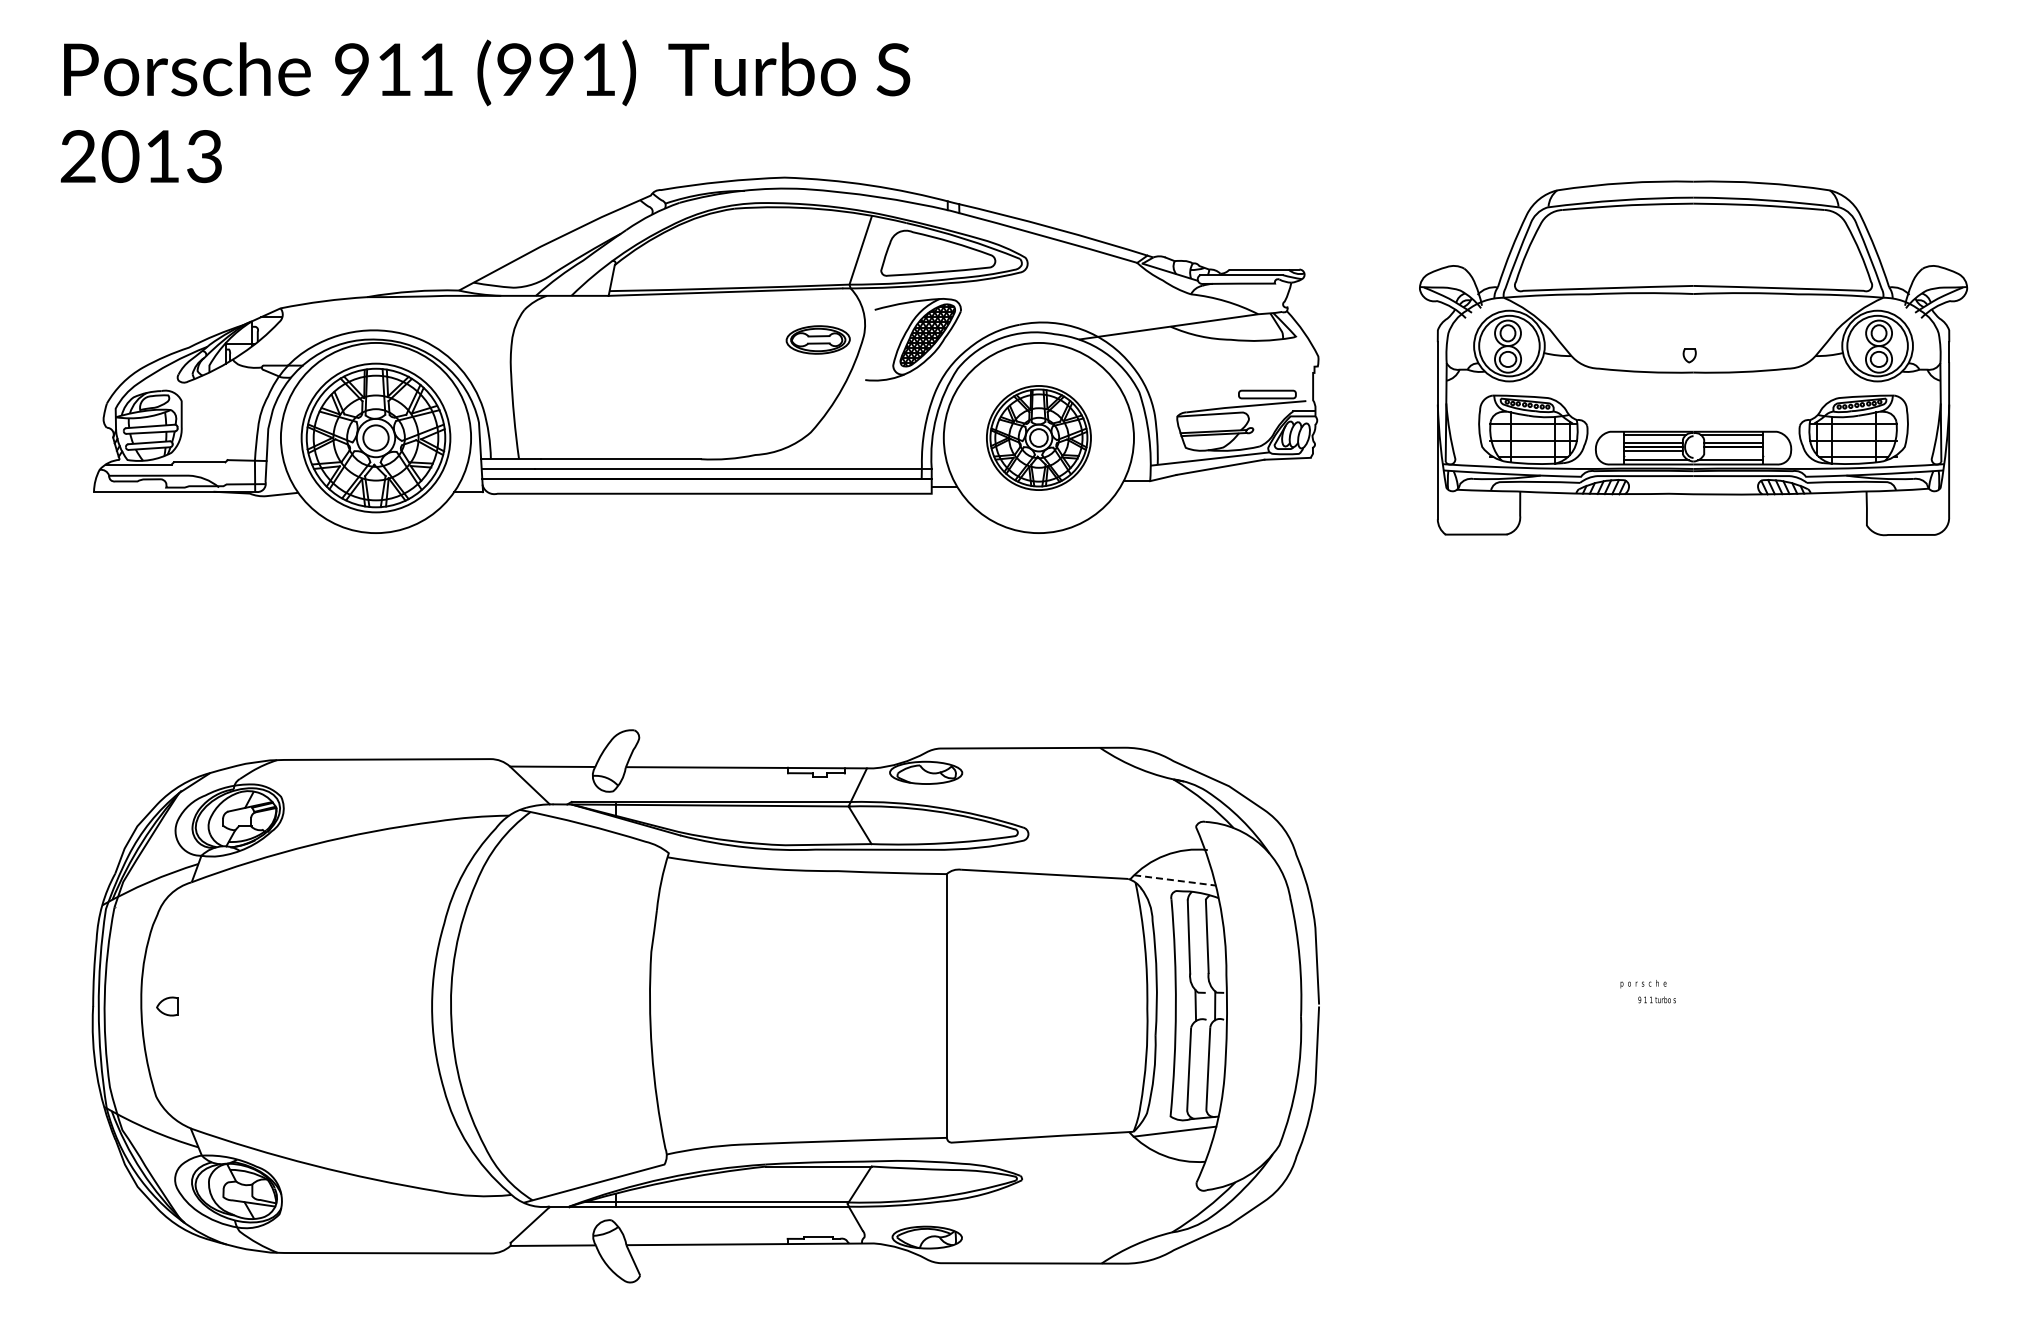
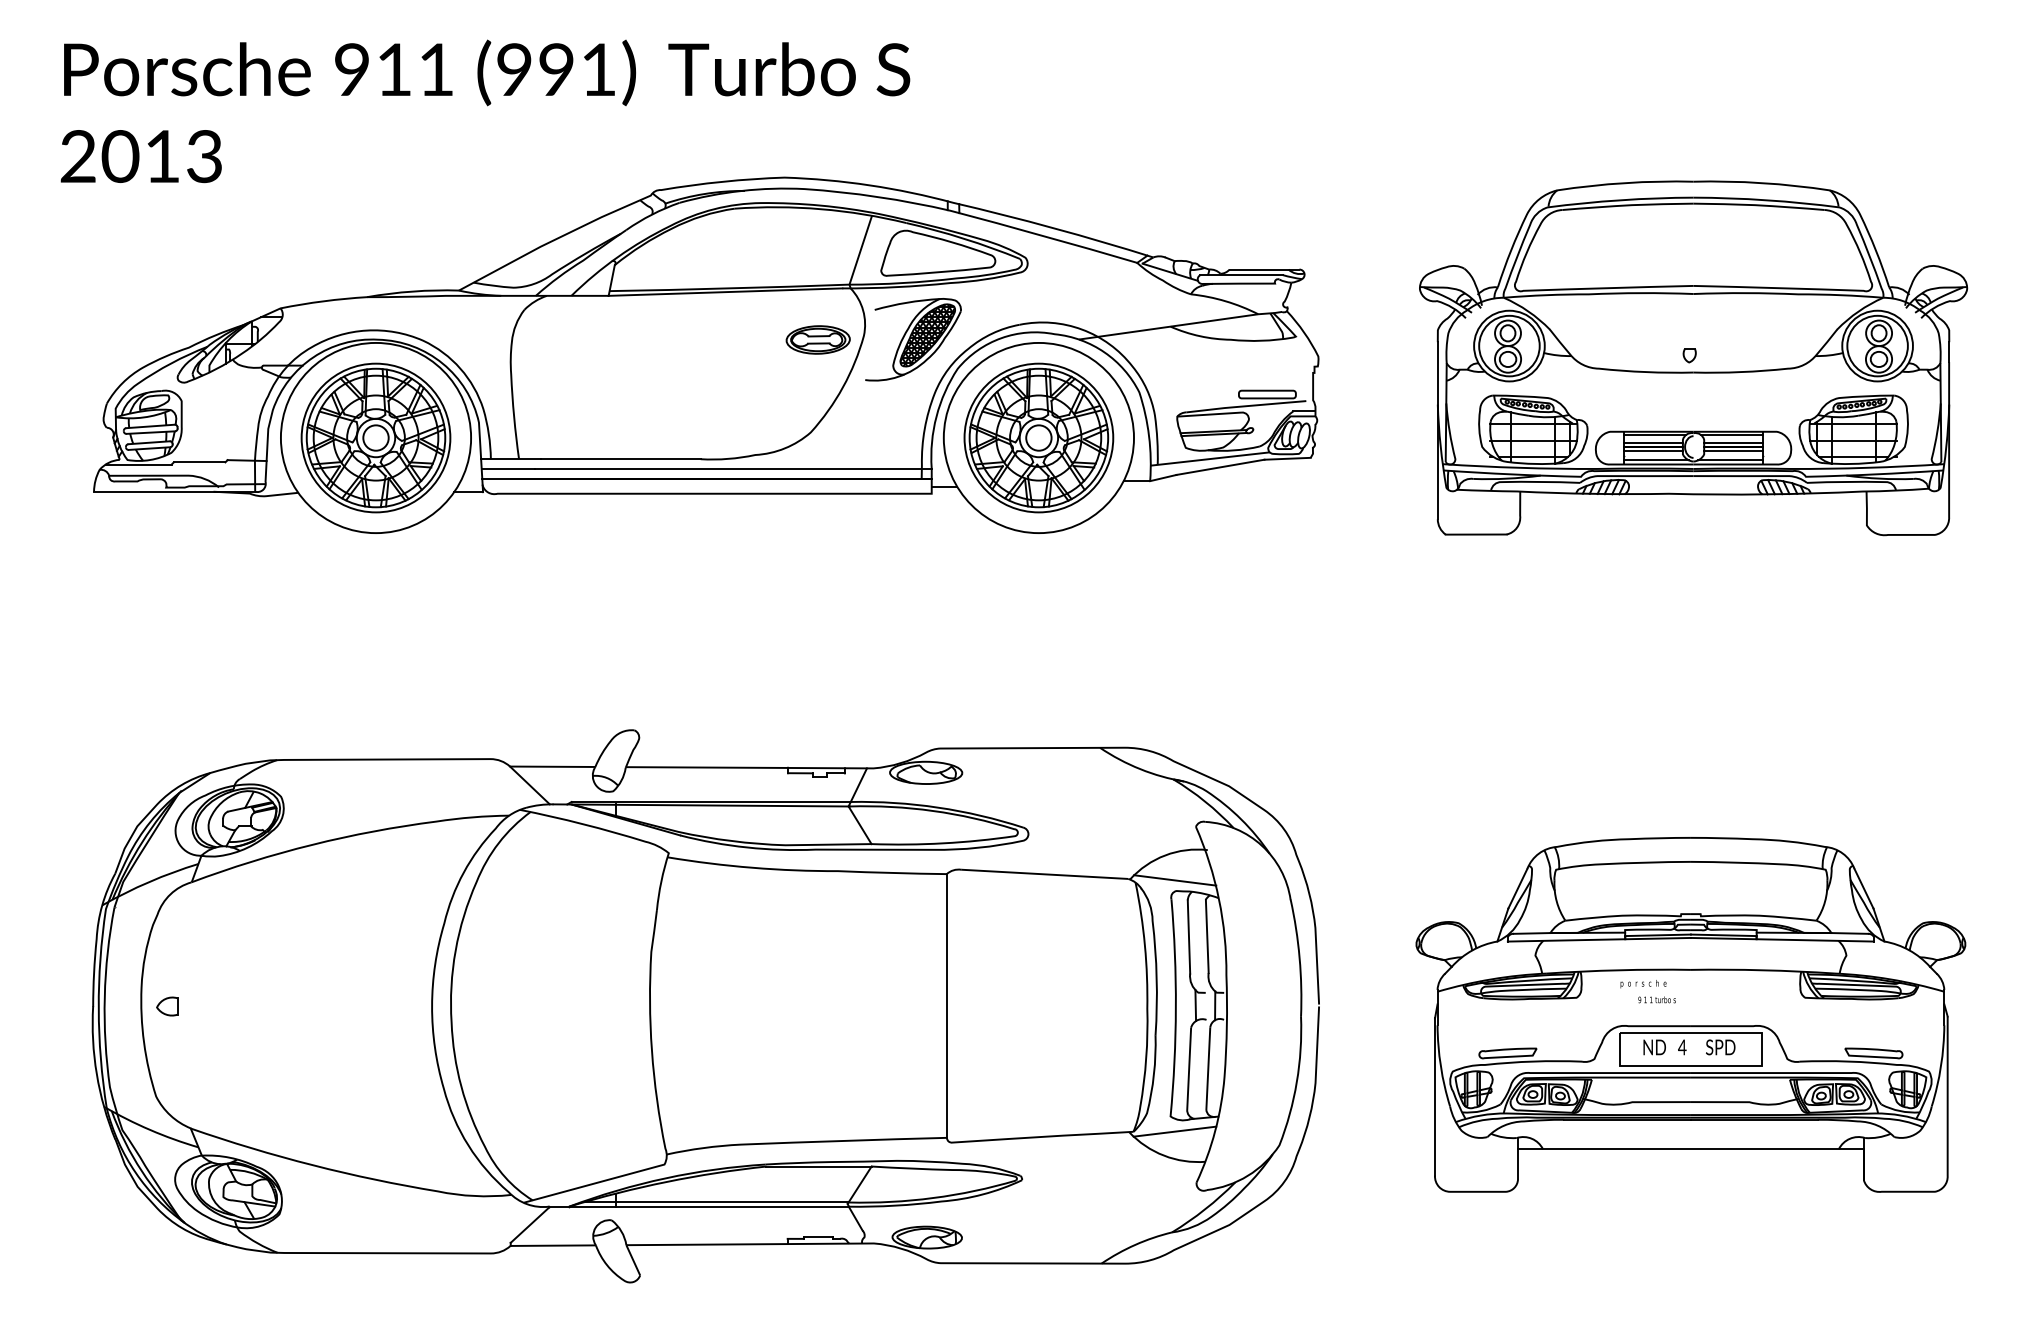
part at (1038, 437) size: 106x106 px -> 152x152 px
line at (1733, 451): none -> present
line at (1175, 880): dashed -> solid
part at (1690, 1014): none -> present
